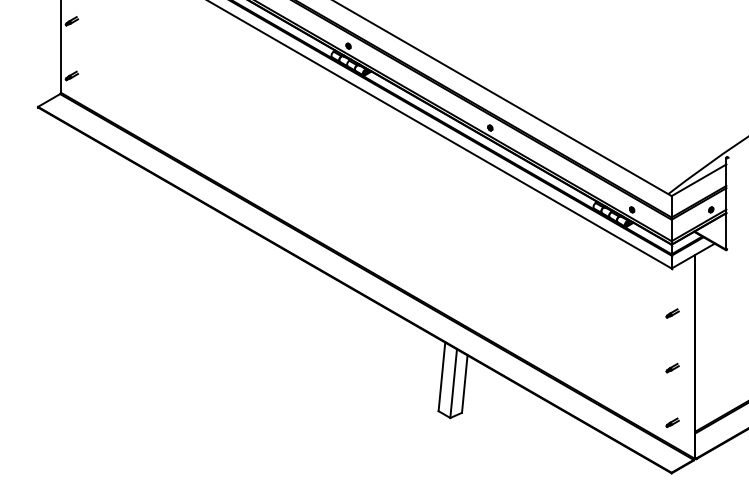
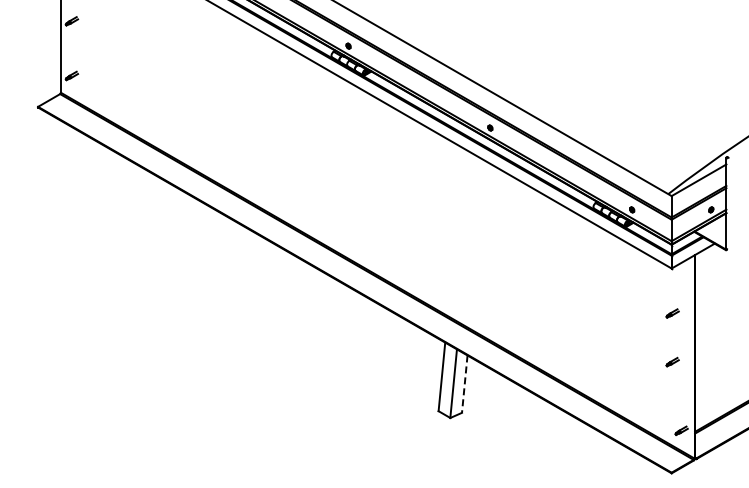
part at (672, 367) position: (672, 367) -> (672, 361)
line at (464, 384): solid -> dashed
part at (672, 422) position: (672, 422) -> (681, 430)
